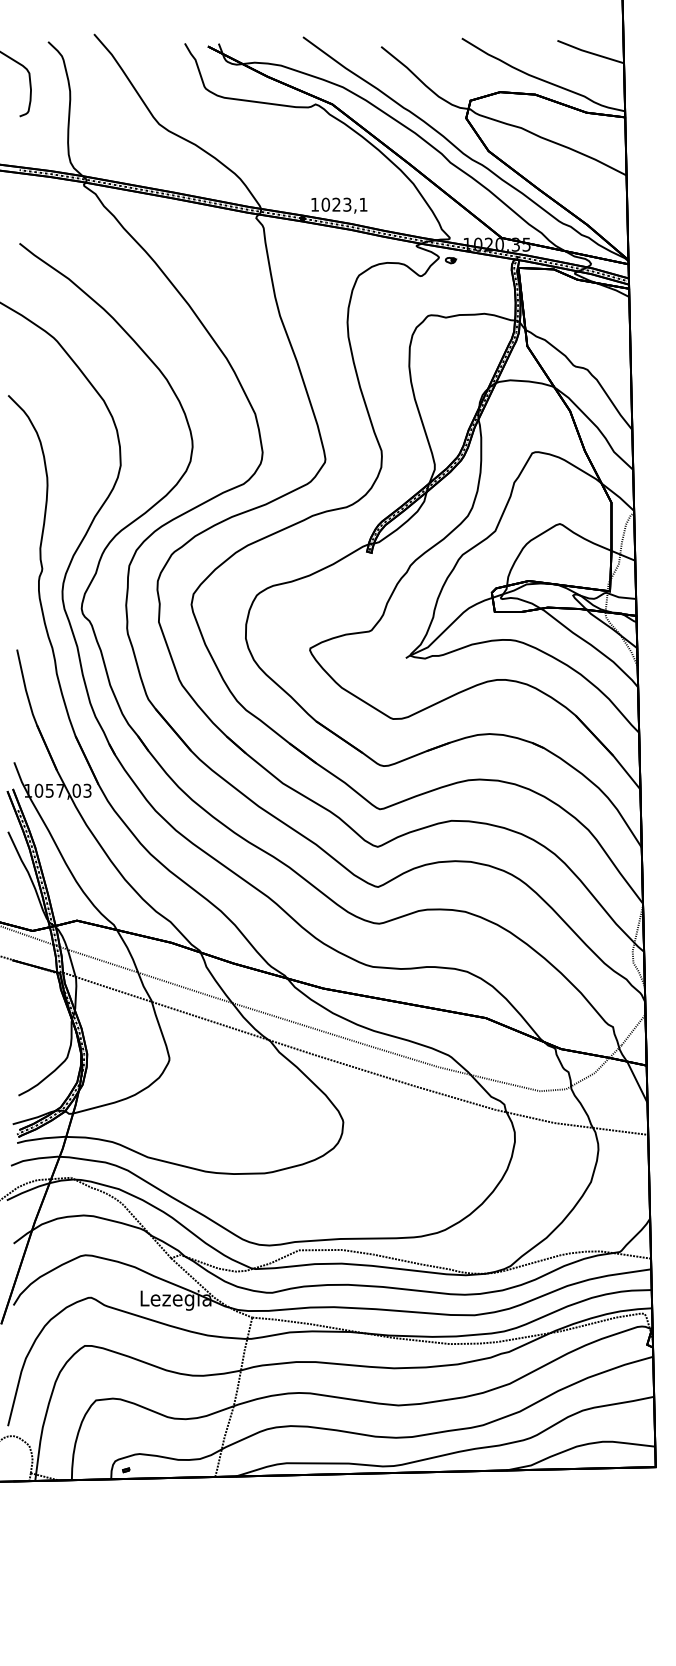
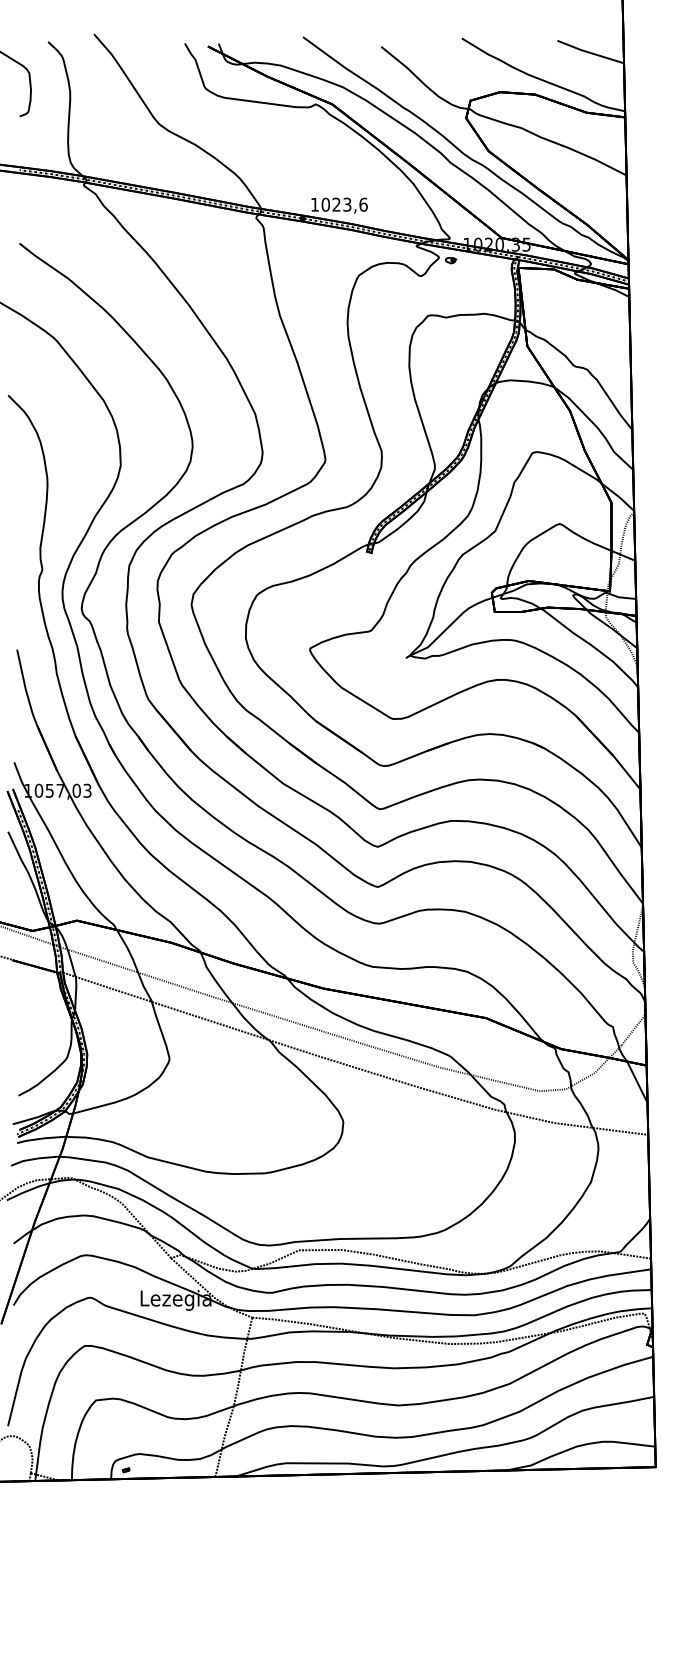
text at (363, 204): 1023,1 -> 1023,6
